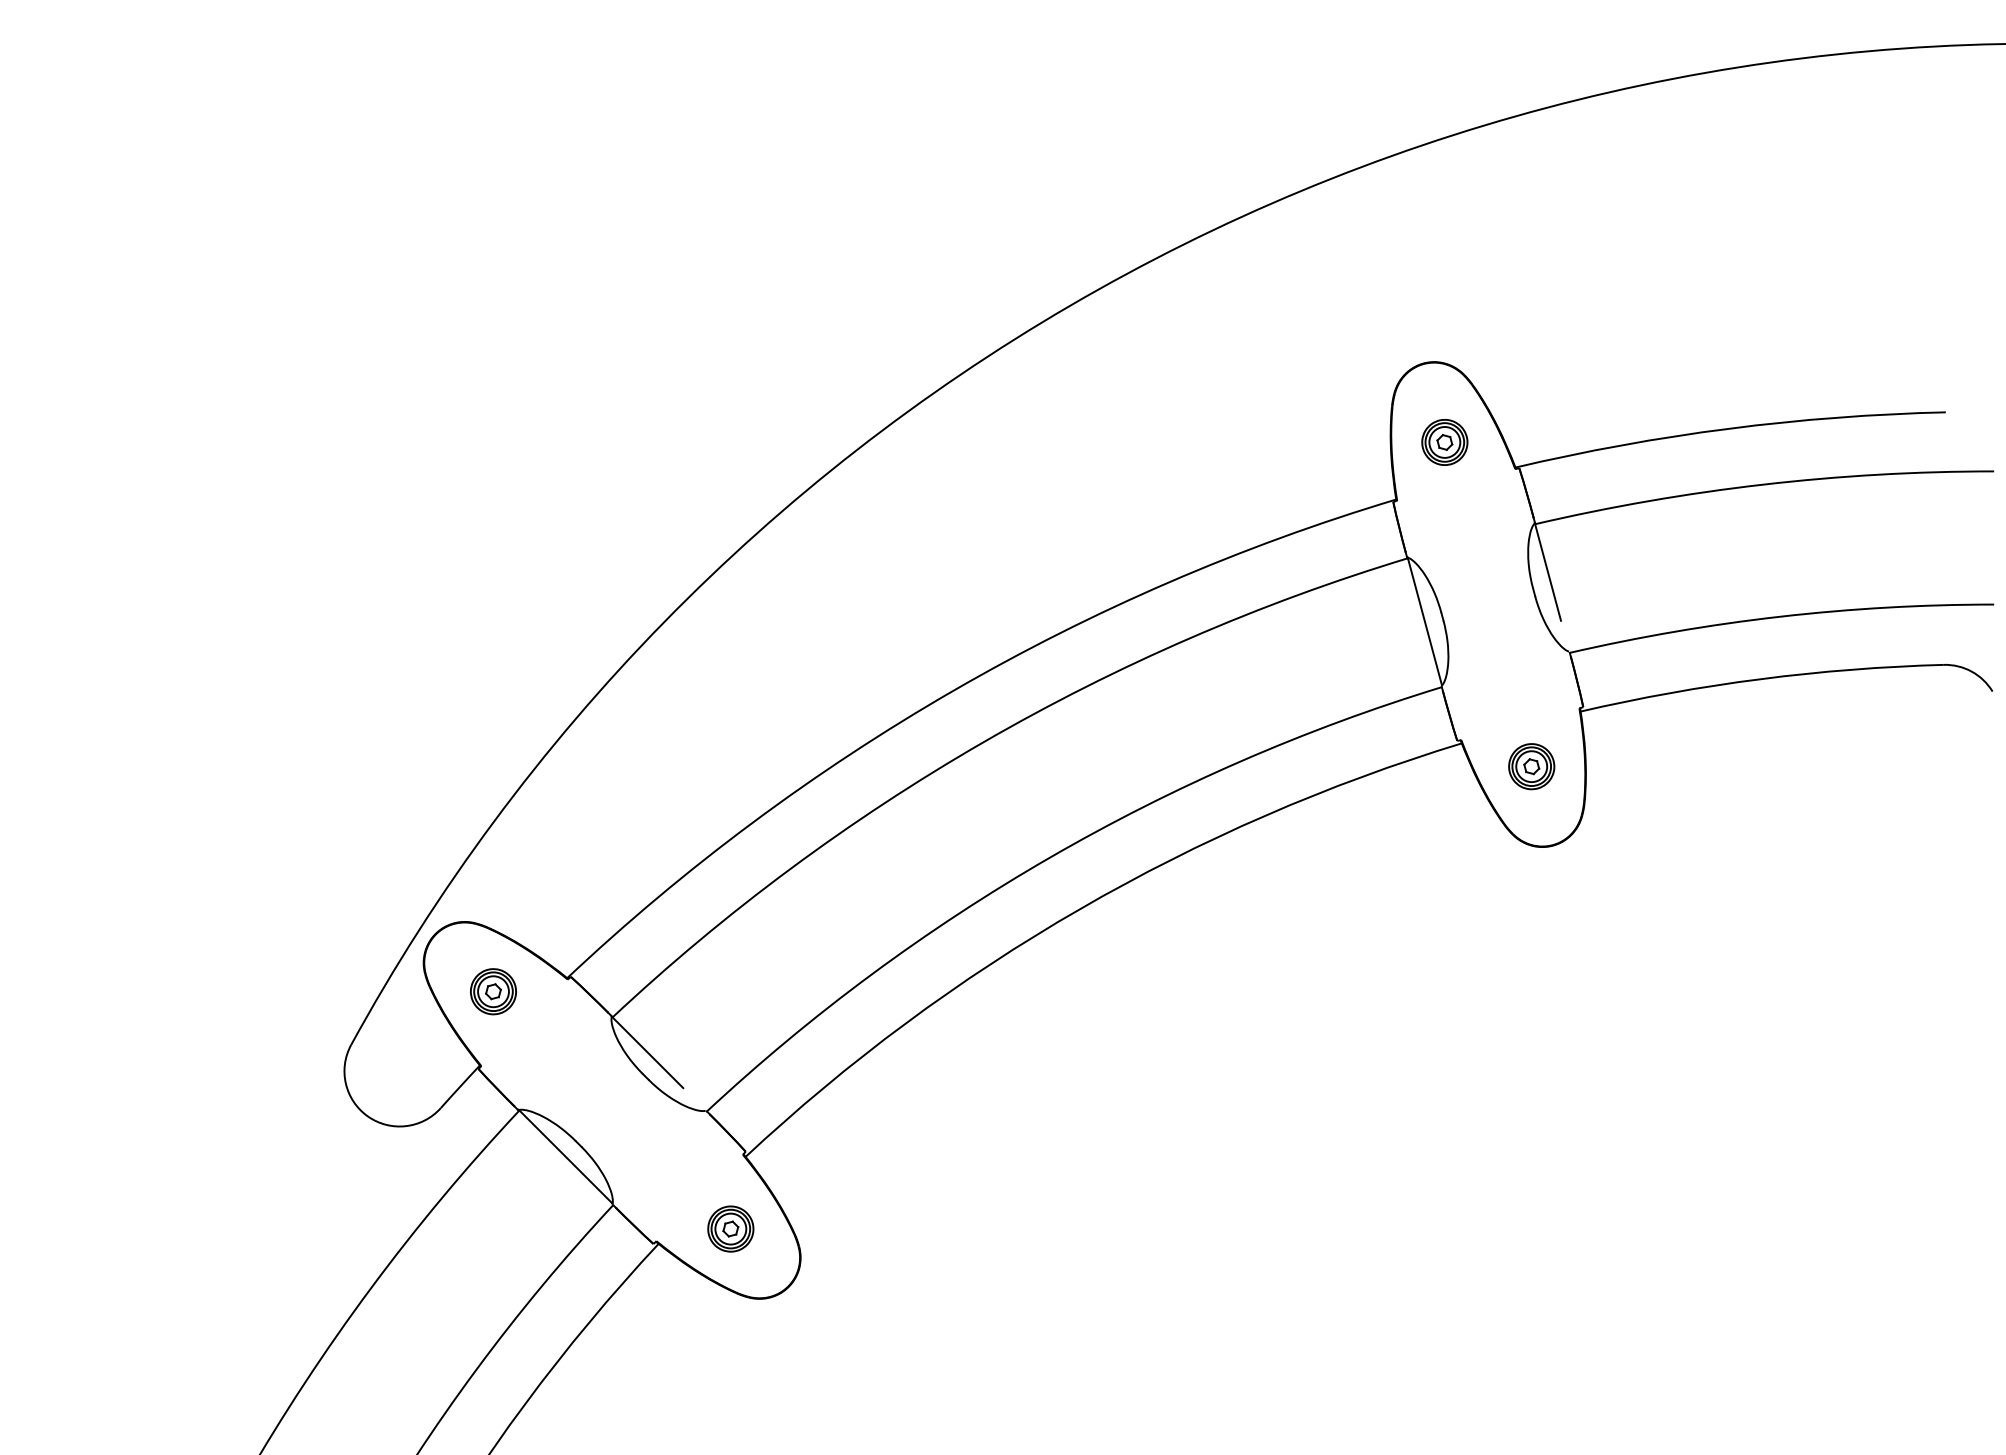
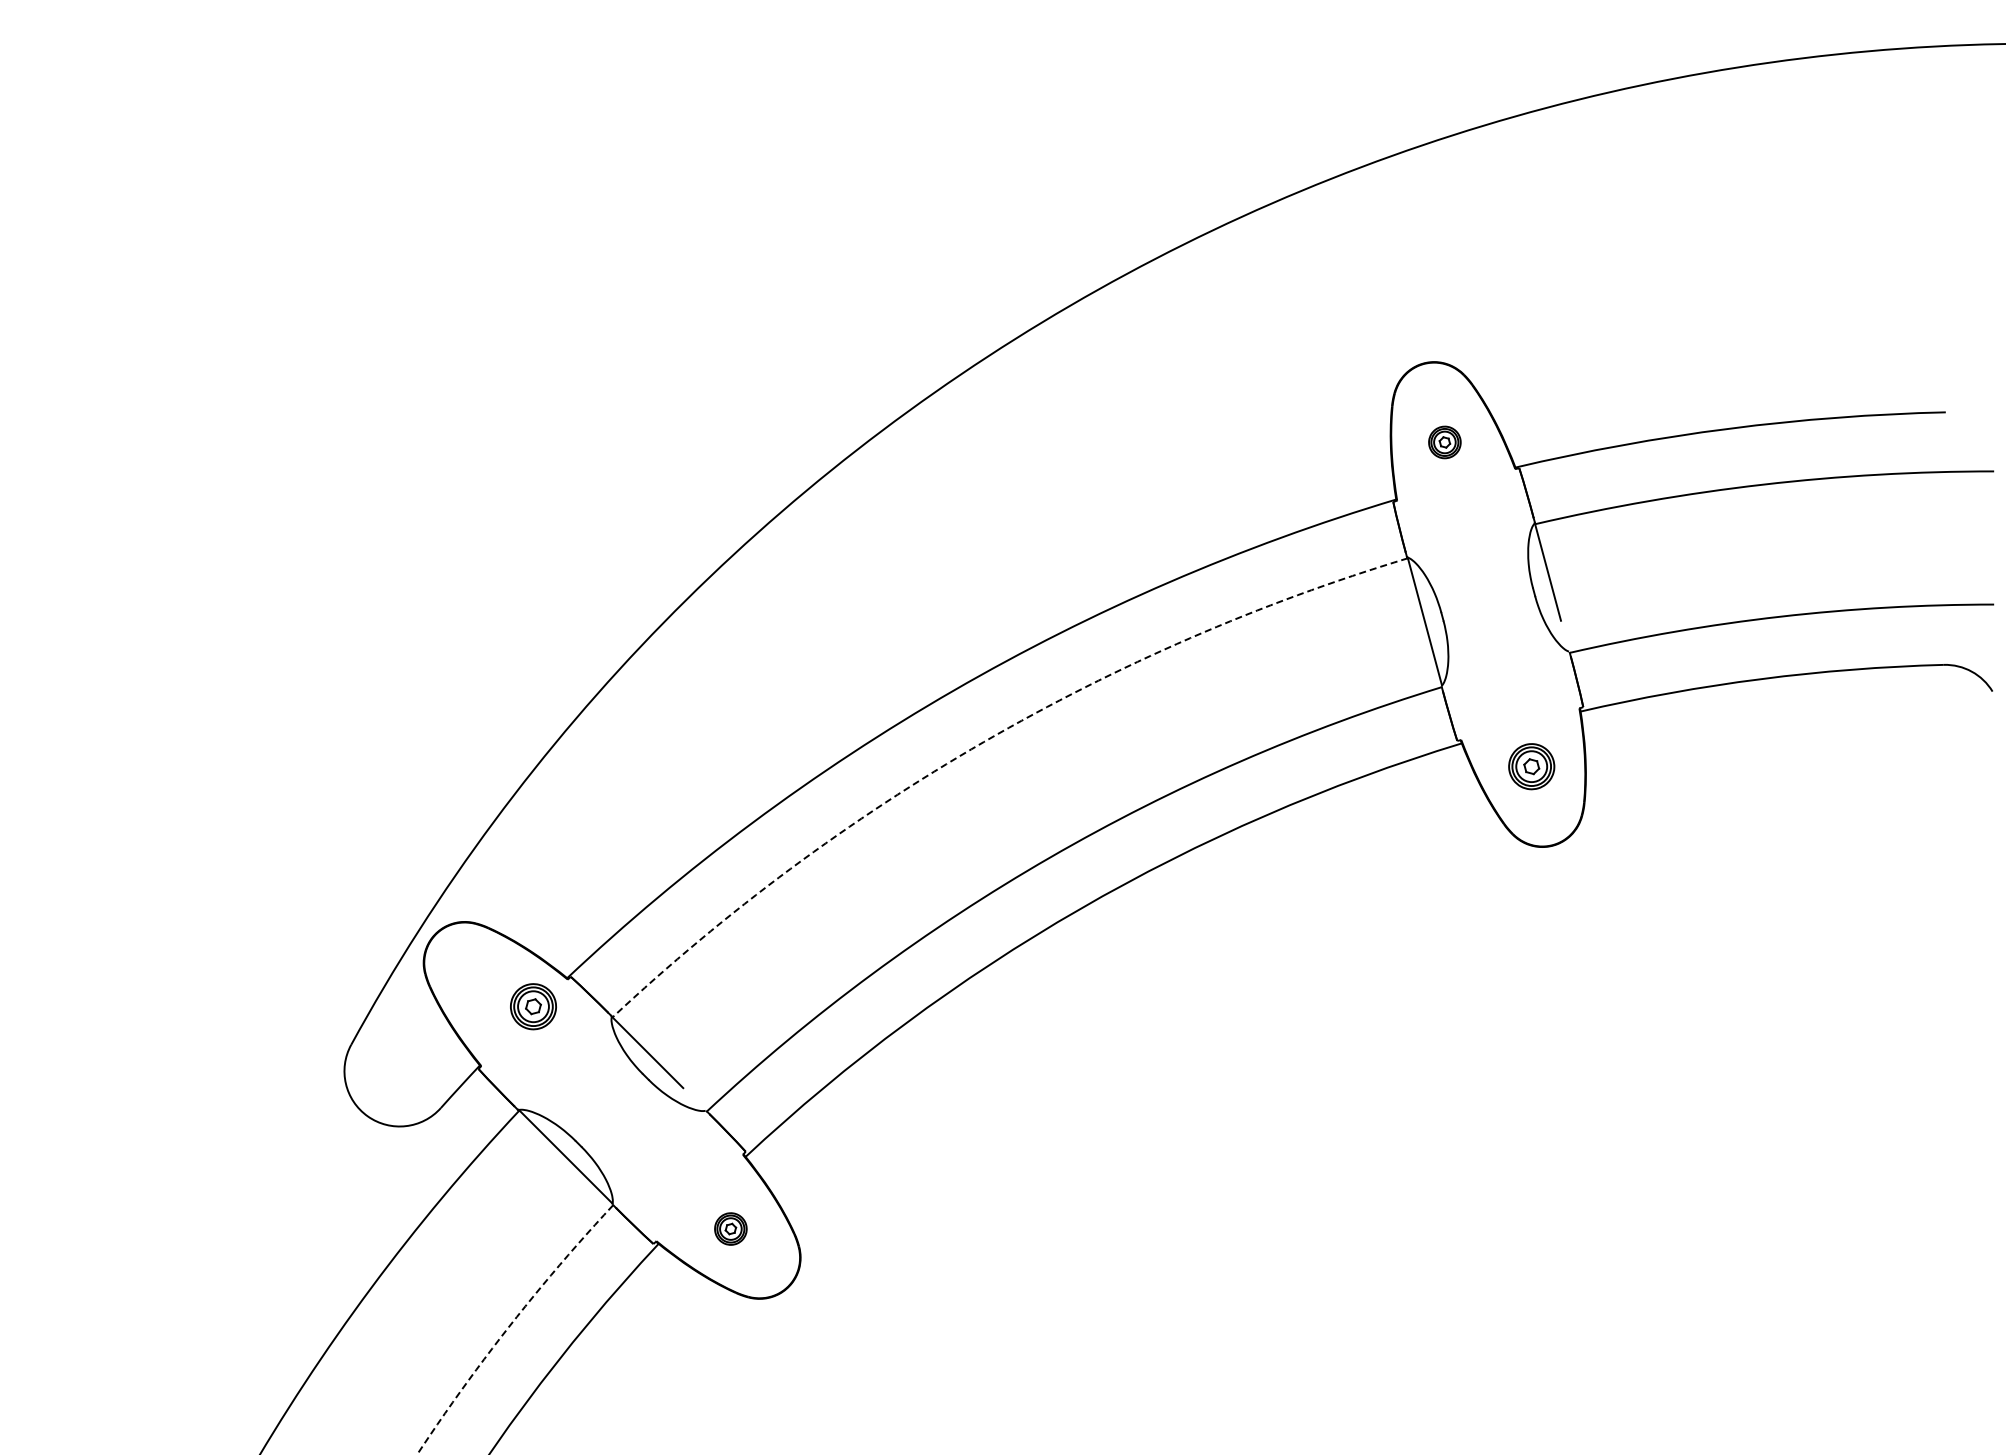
part at (1444, 442) size: 48x47 px -> 34x35 px
arc at (983, 742): solid -> dashed
part at (493, 991) position: (493, 991) -> (533, 1006)
part at (730, 1228) size: 48x48 px -> 34x34 px
arc at (509, 1326): solid -> dashed
